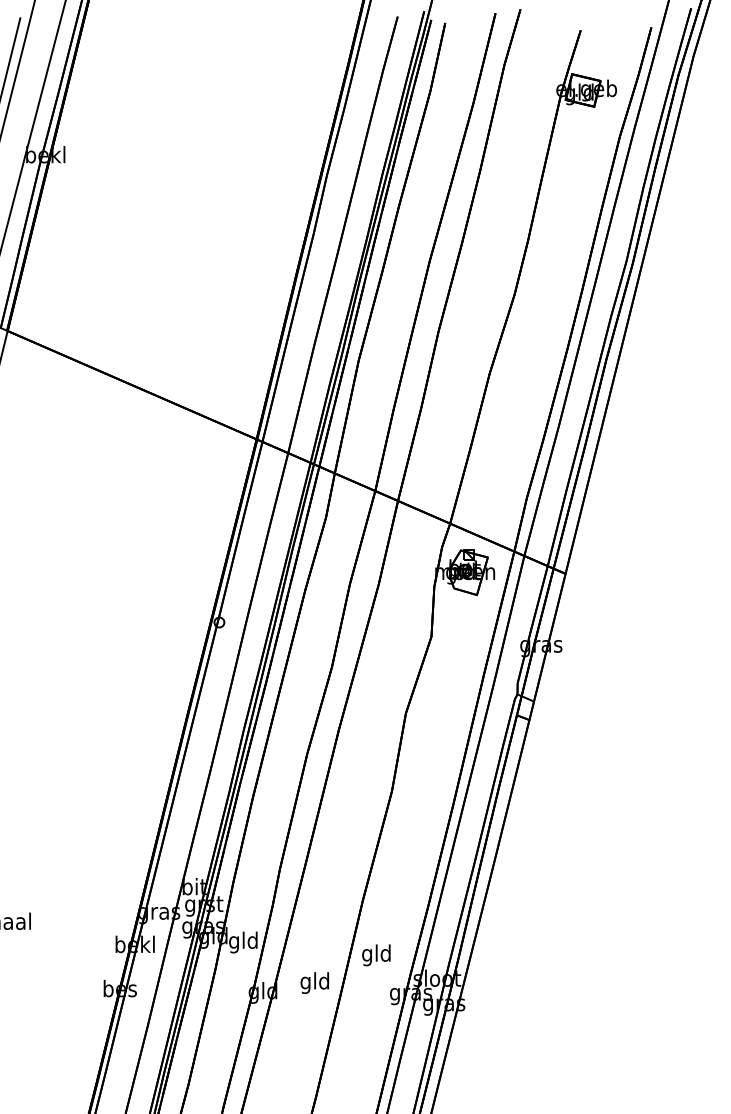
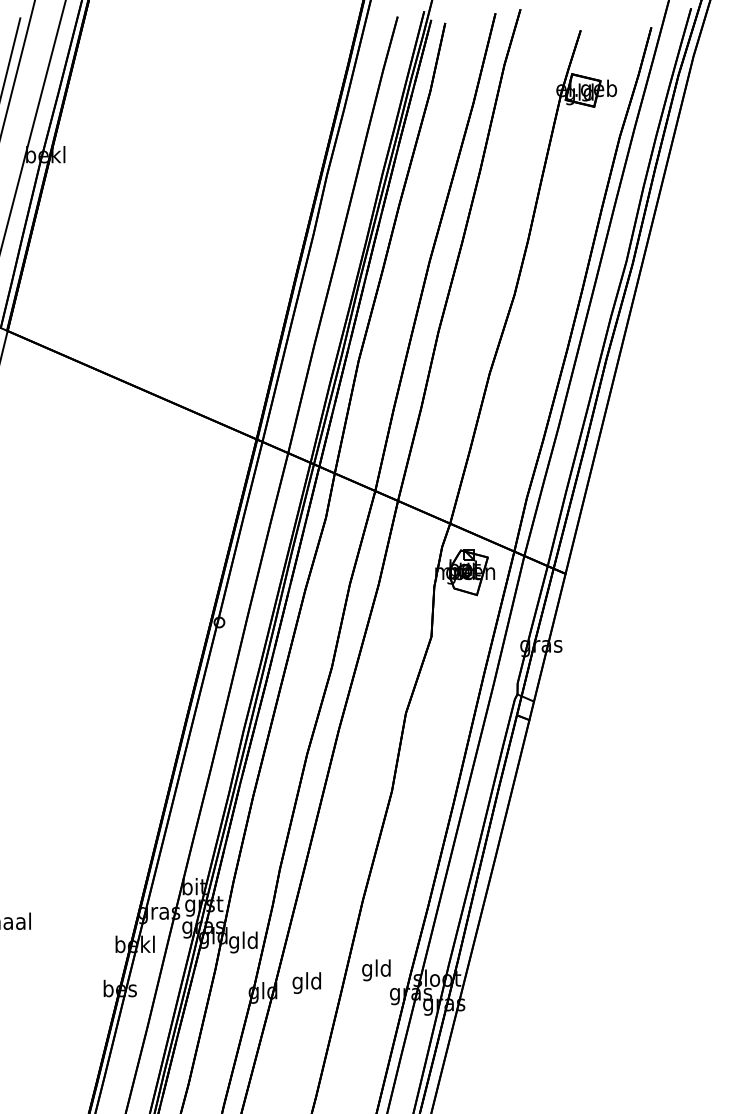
text at (376, 955) position: (376, 955) -> (376, 970)
text at (314, 982) position: (314, 982) -> (306, 982)
